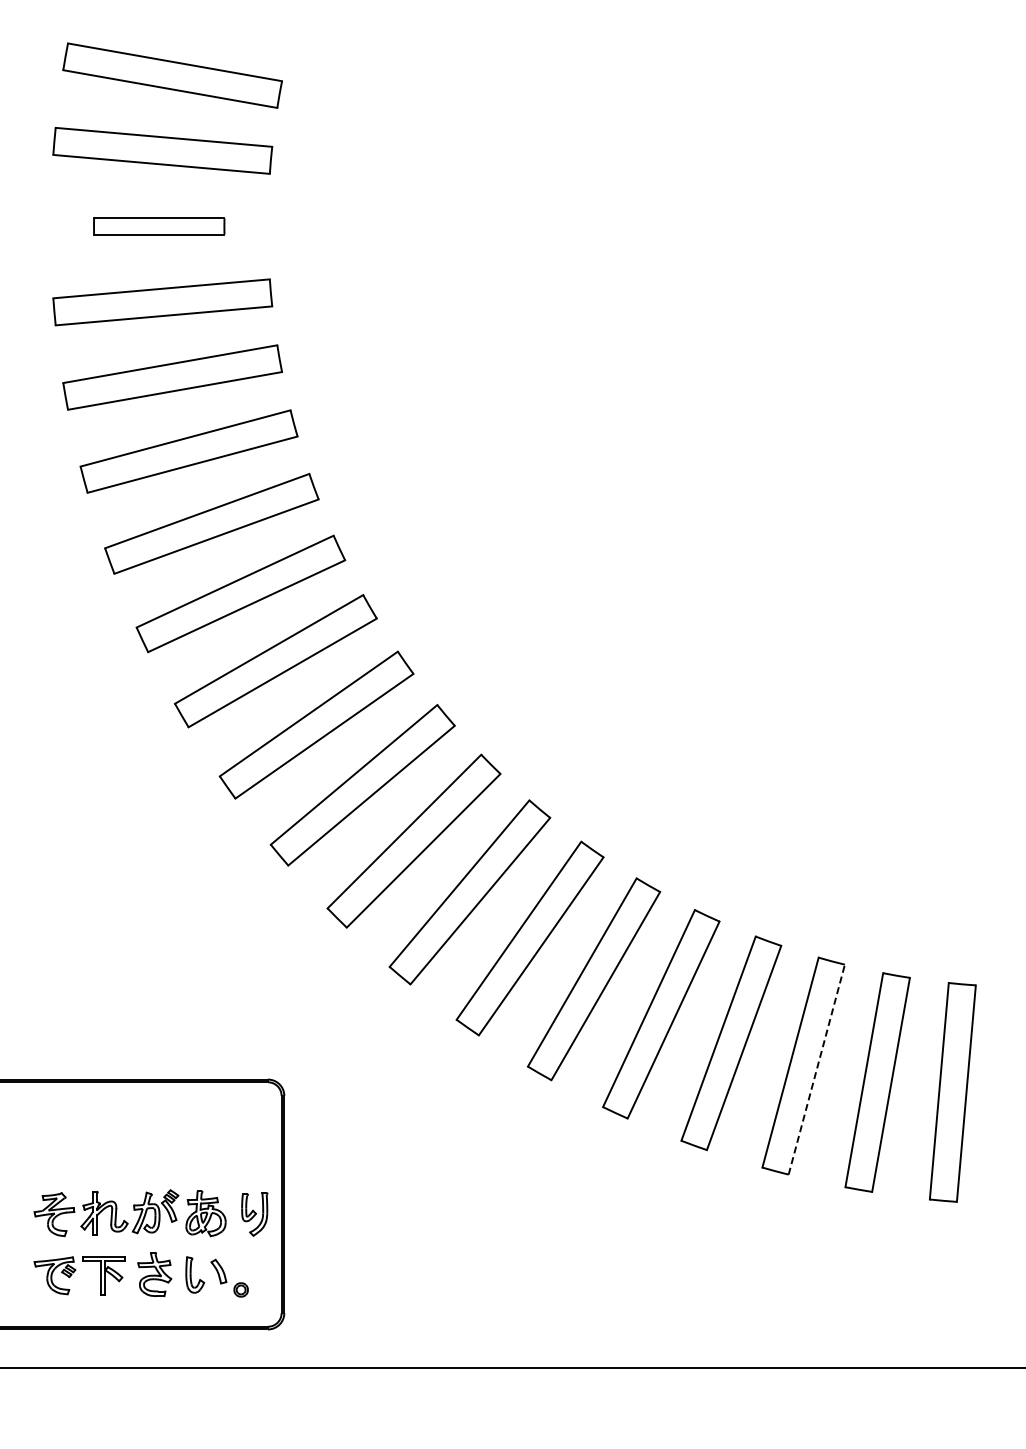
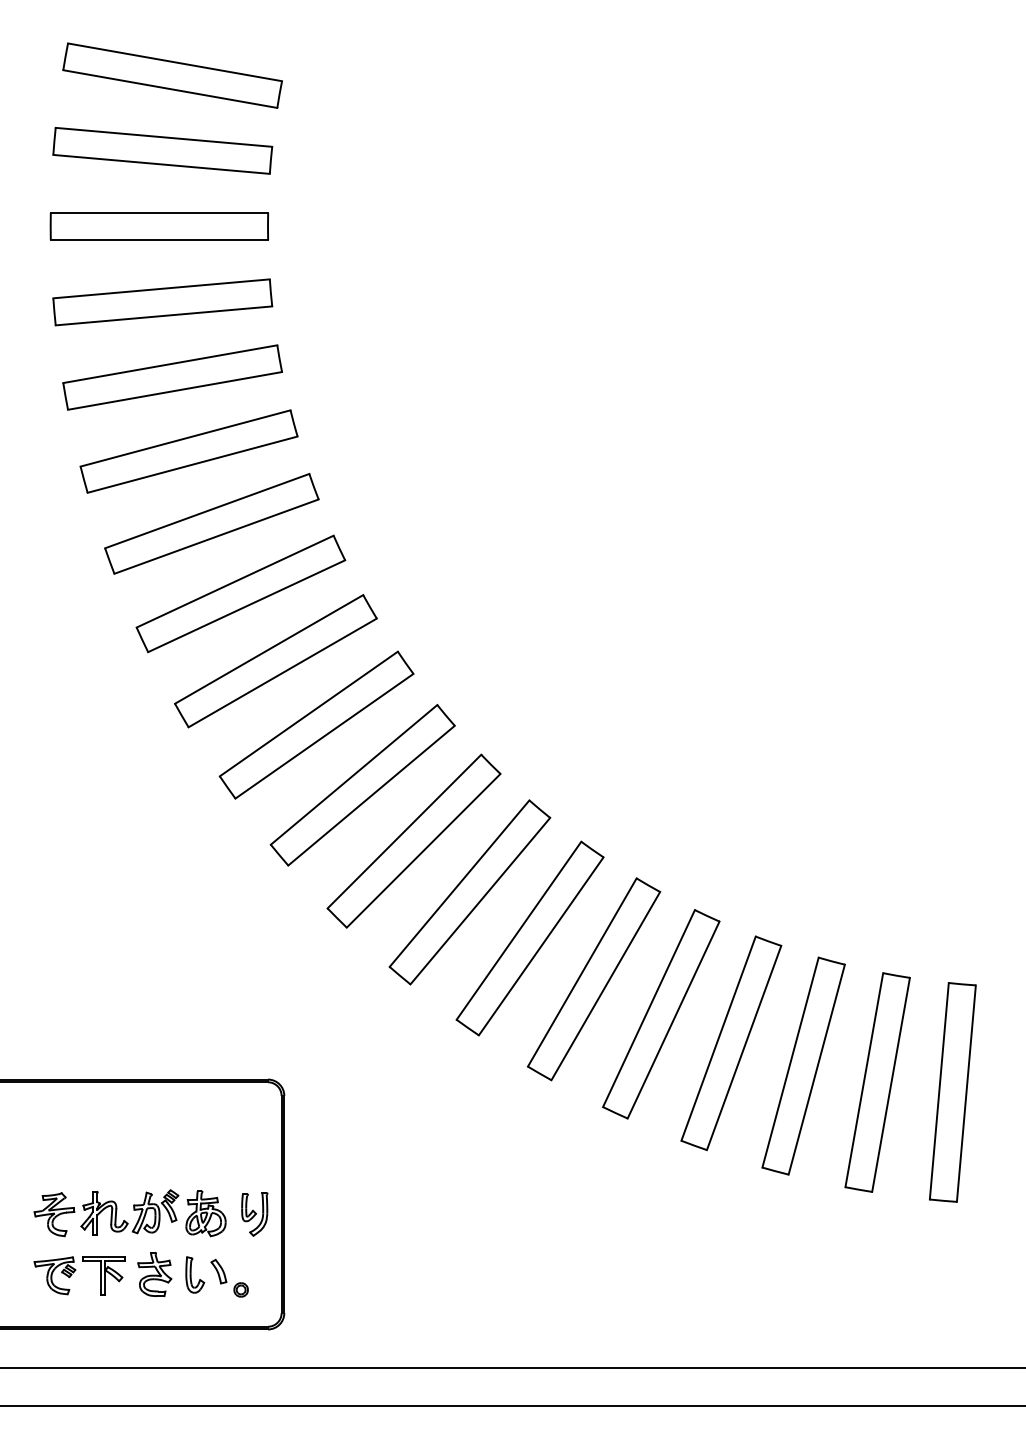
part at (159, 226) size: 133x19 px -> 220x29 px
line at (816, 1069): dashed -> solid
line at (512, 1405): none -> present
